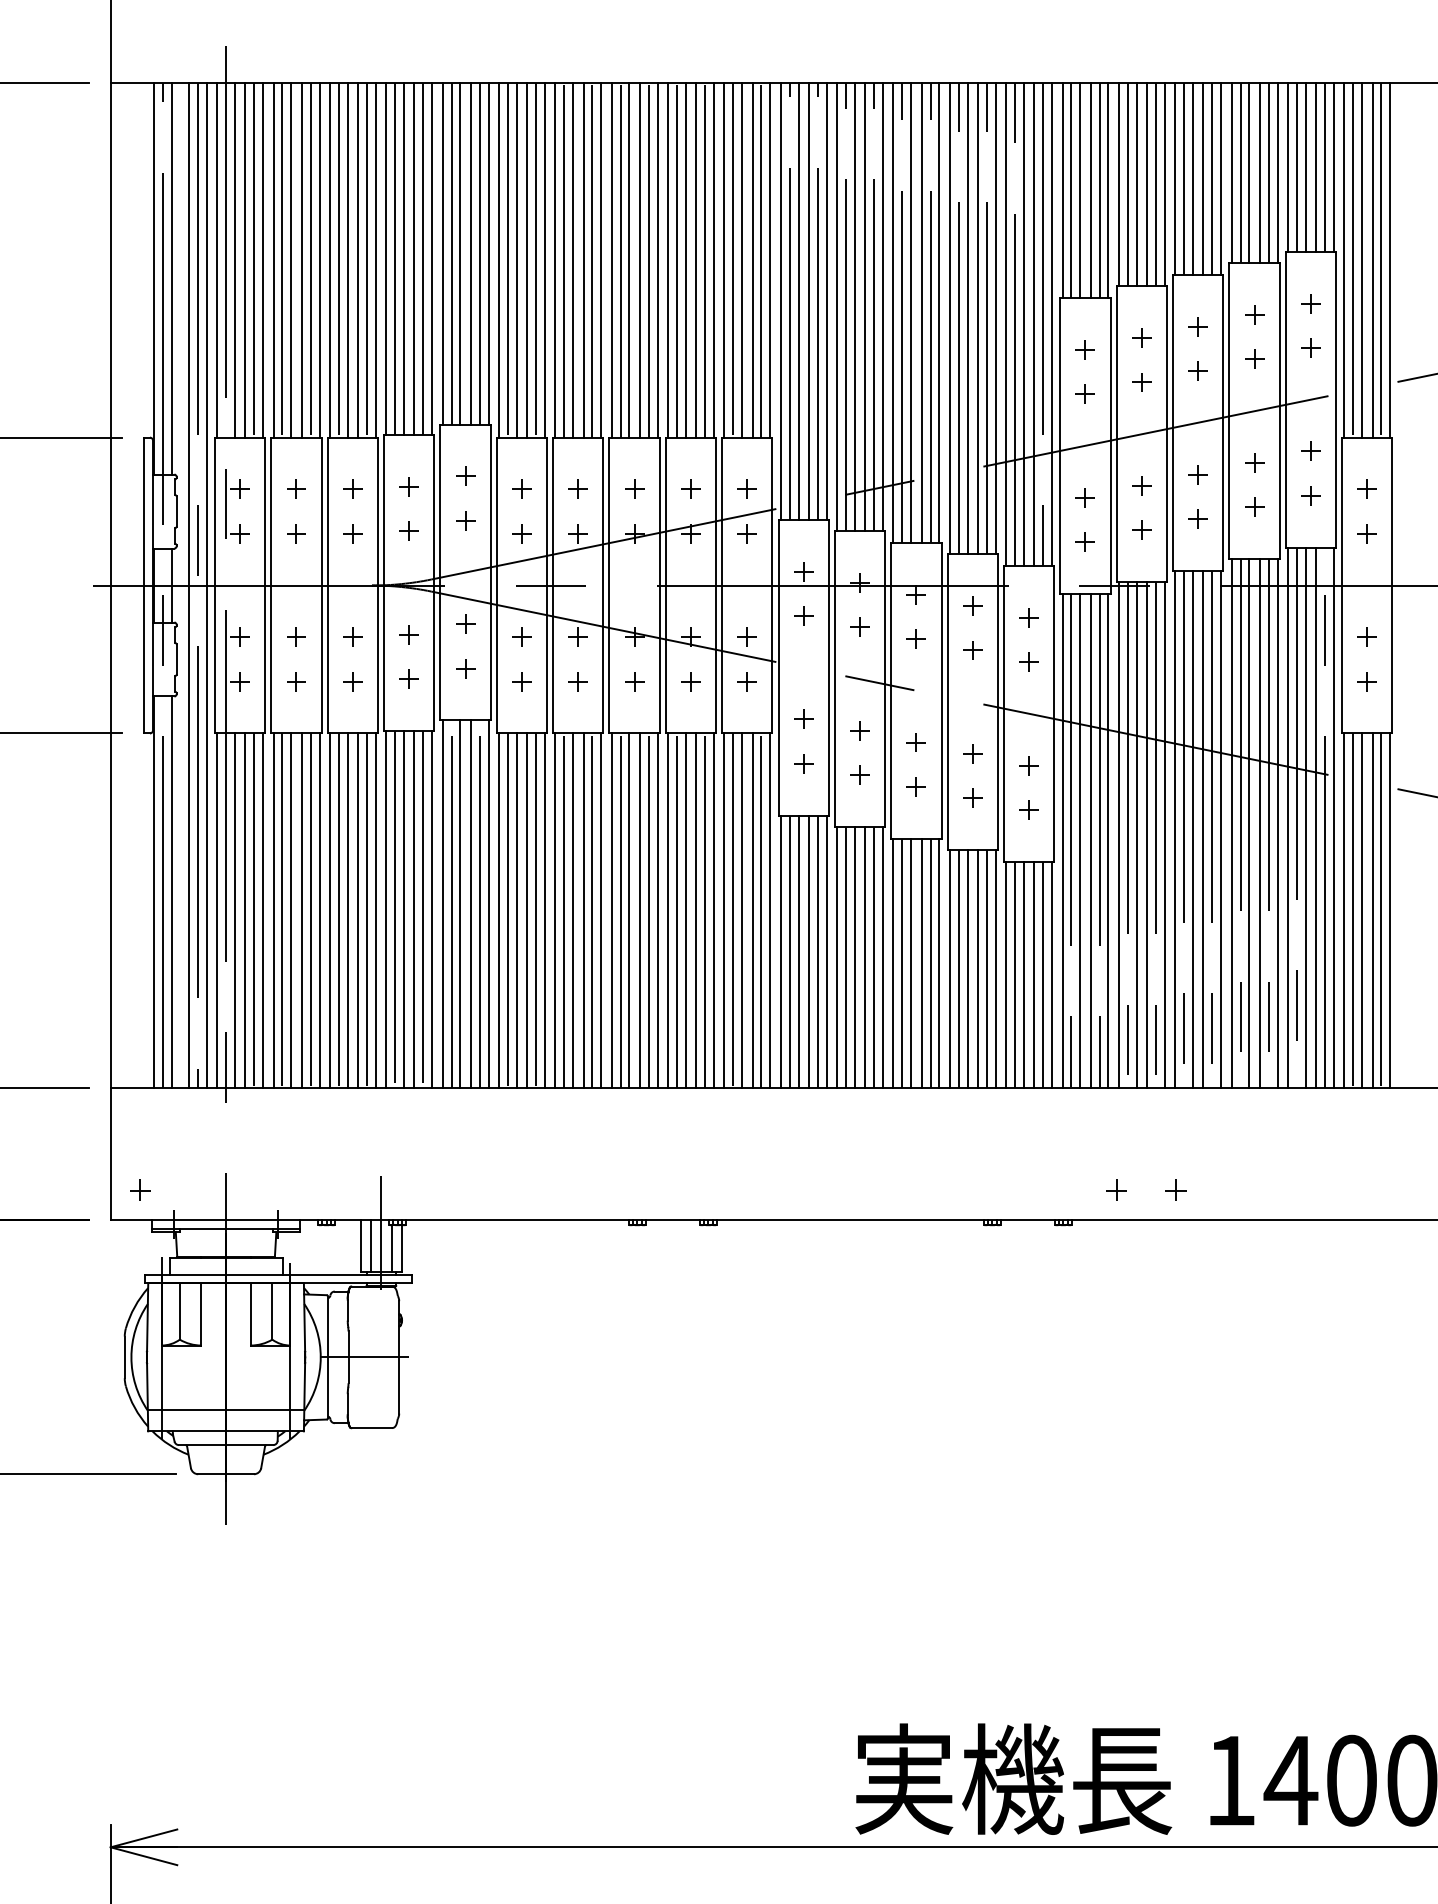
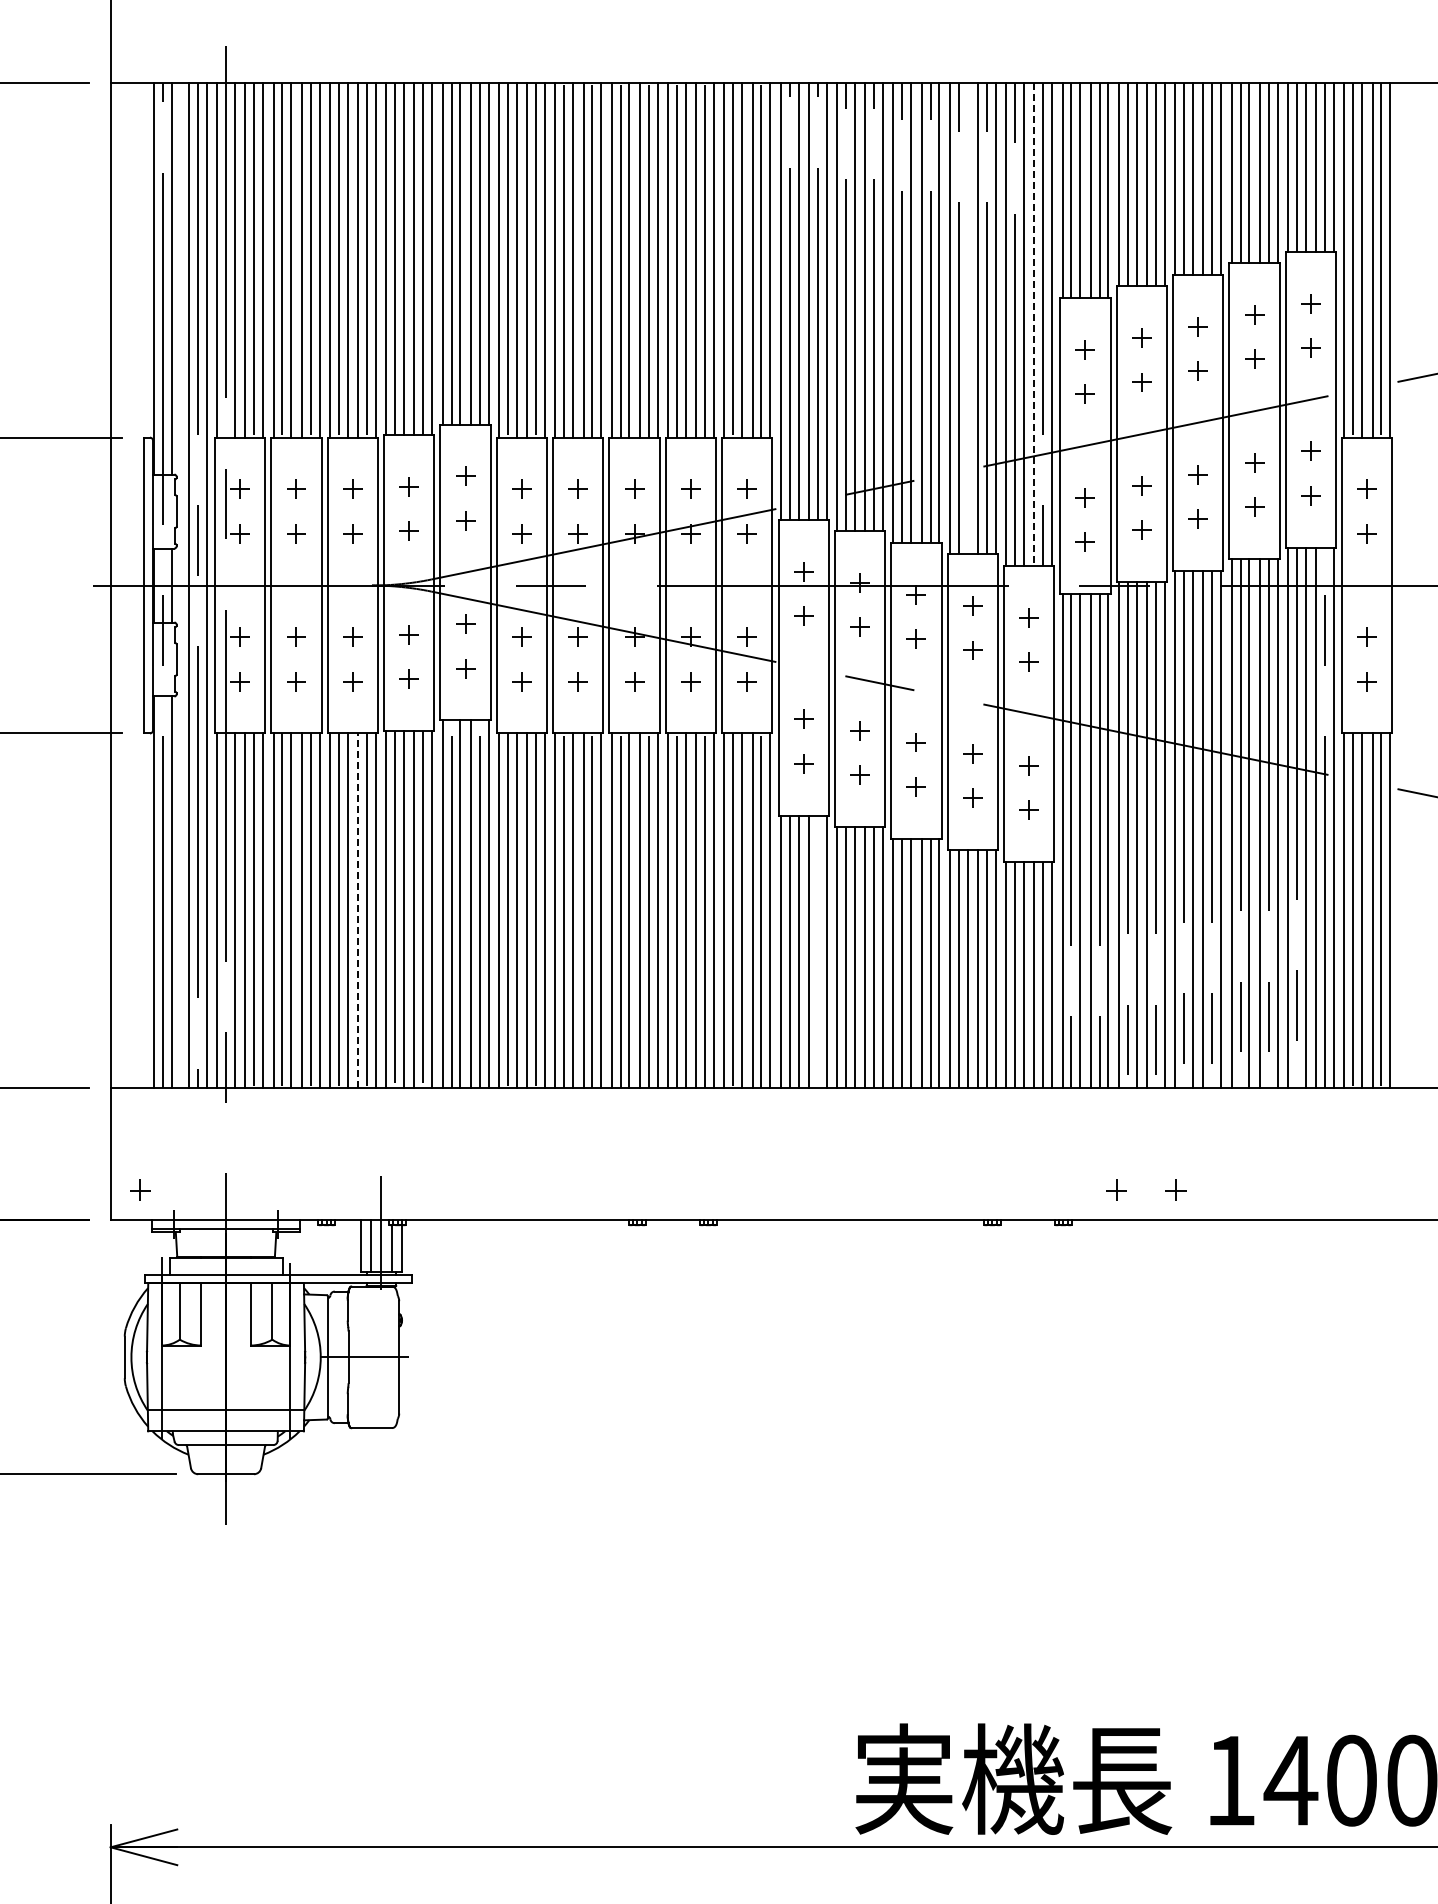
line at (967, 318): present -> none
line at (1034, 324): solid -> dashed
line at (358, 910): solid -> dashed
line at (817, 951): present -> none
